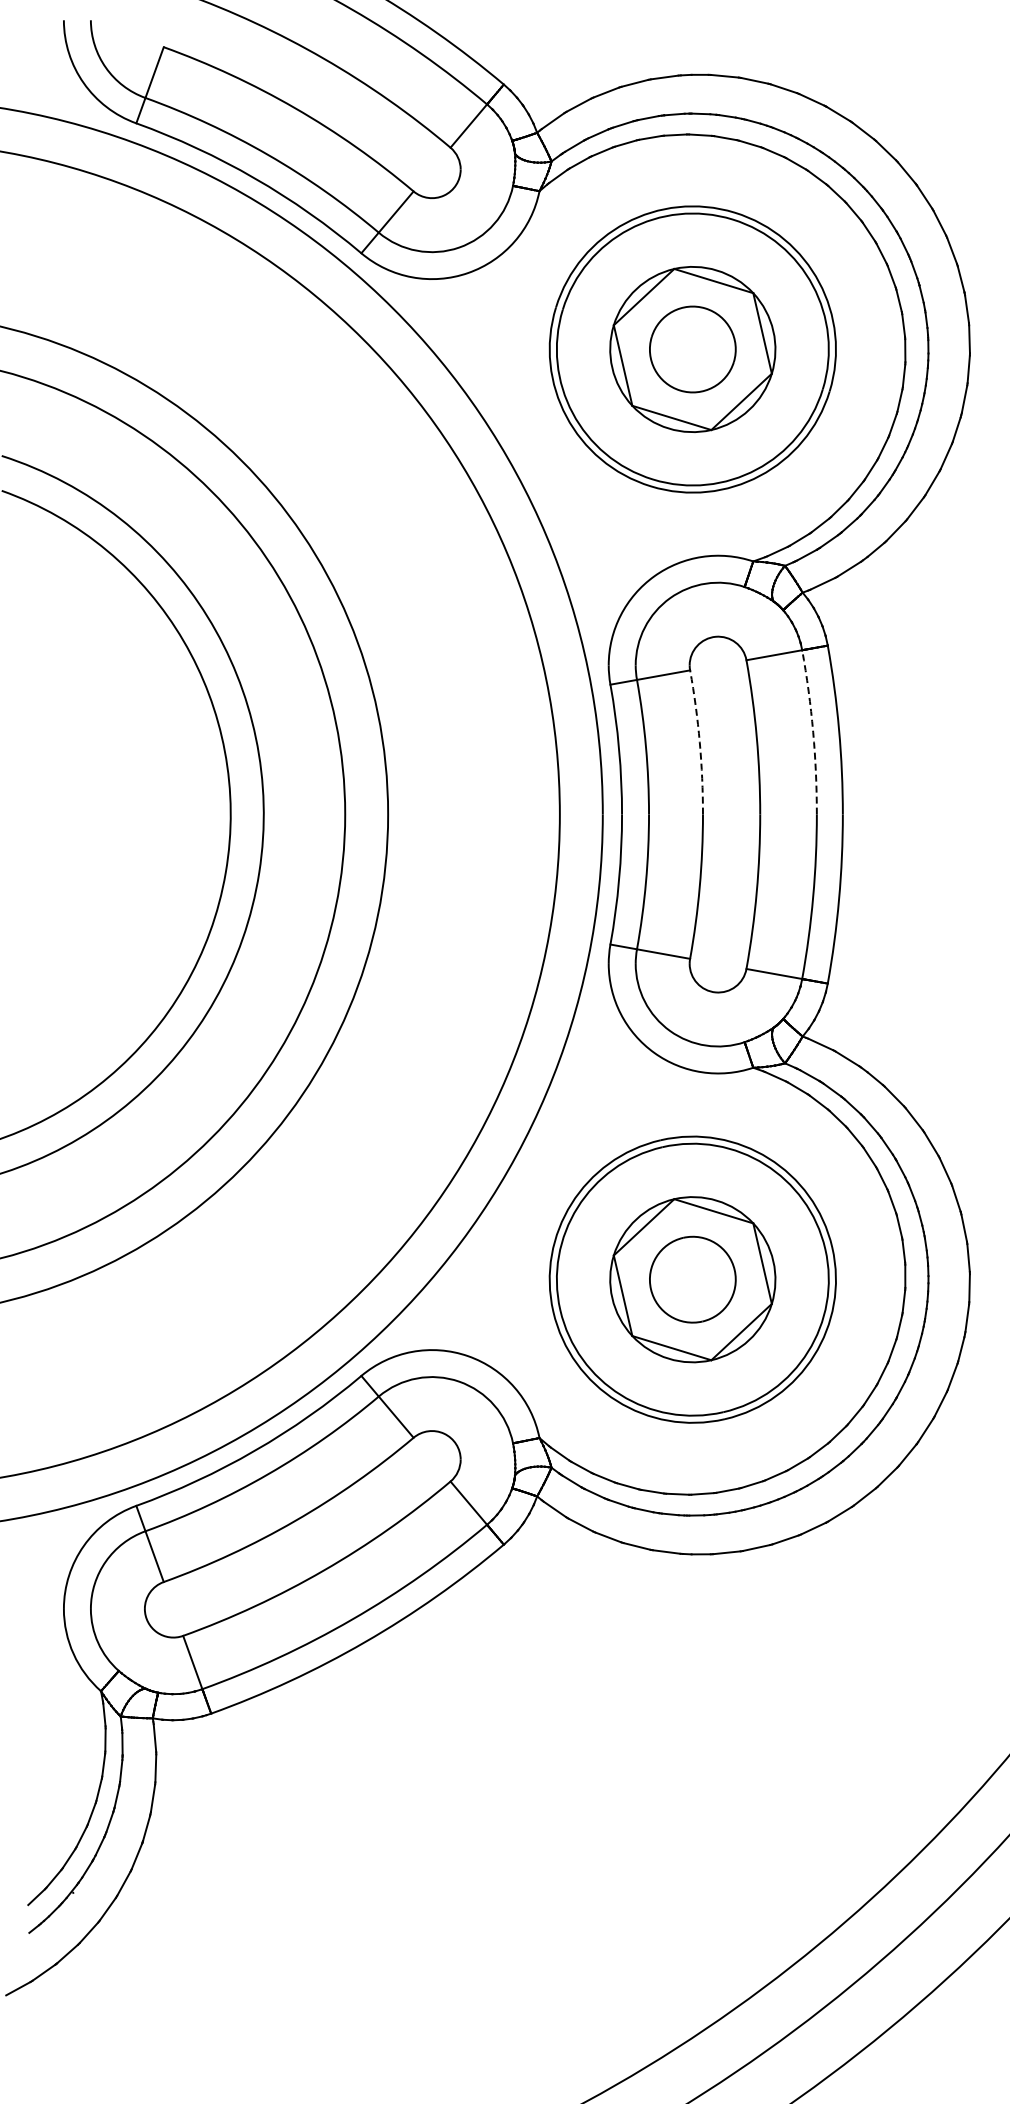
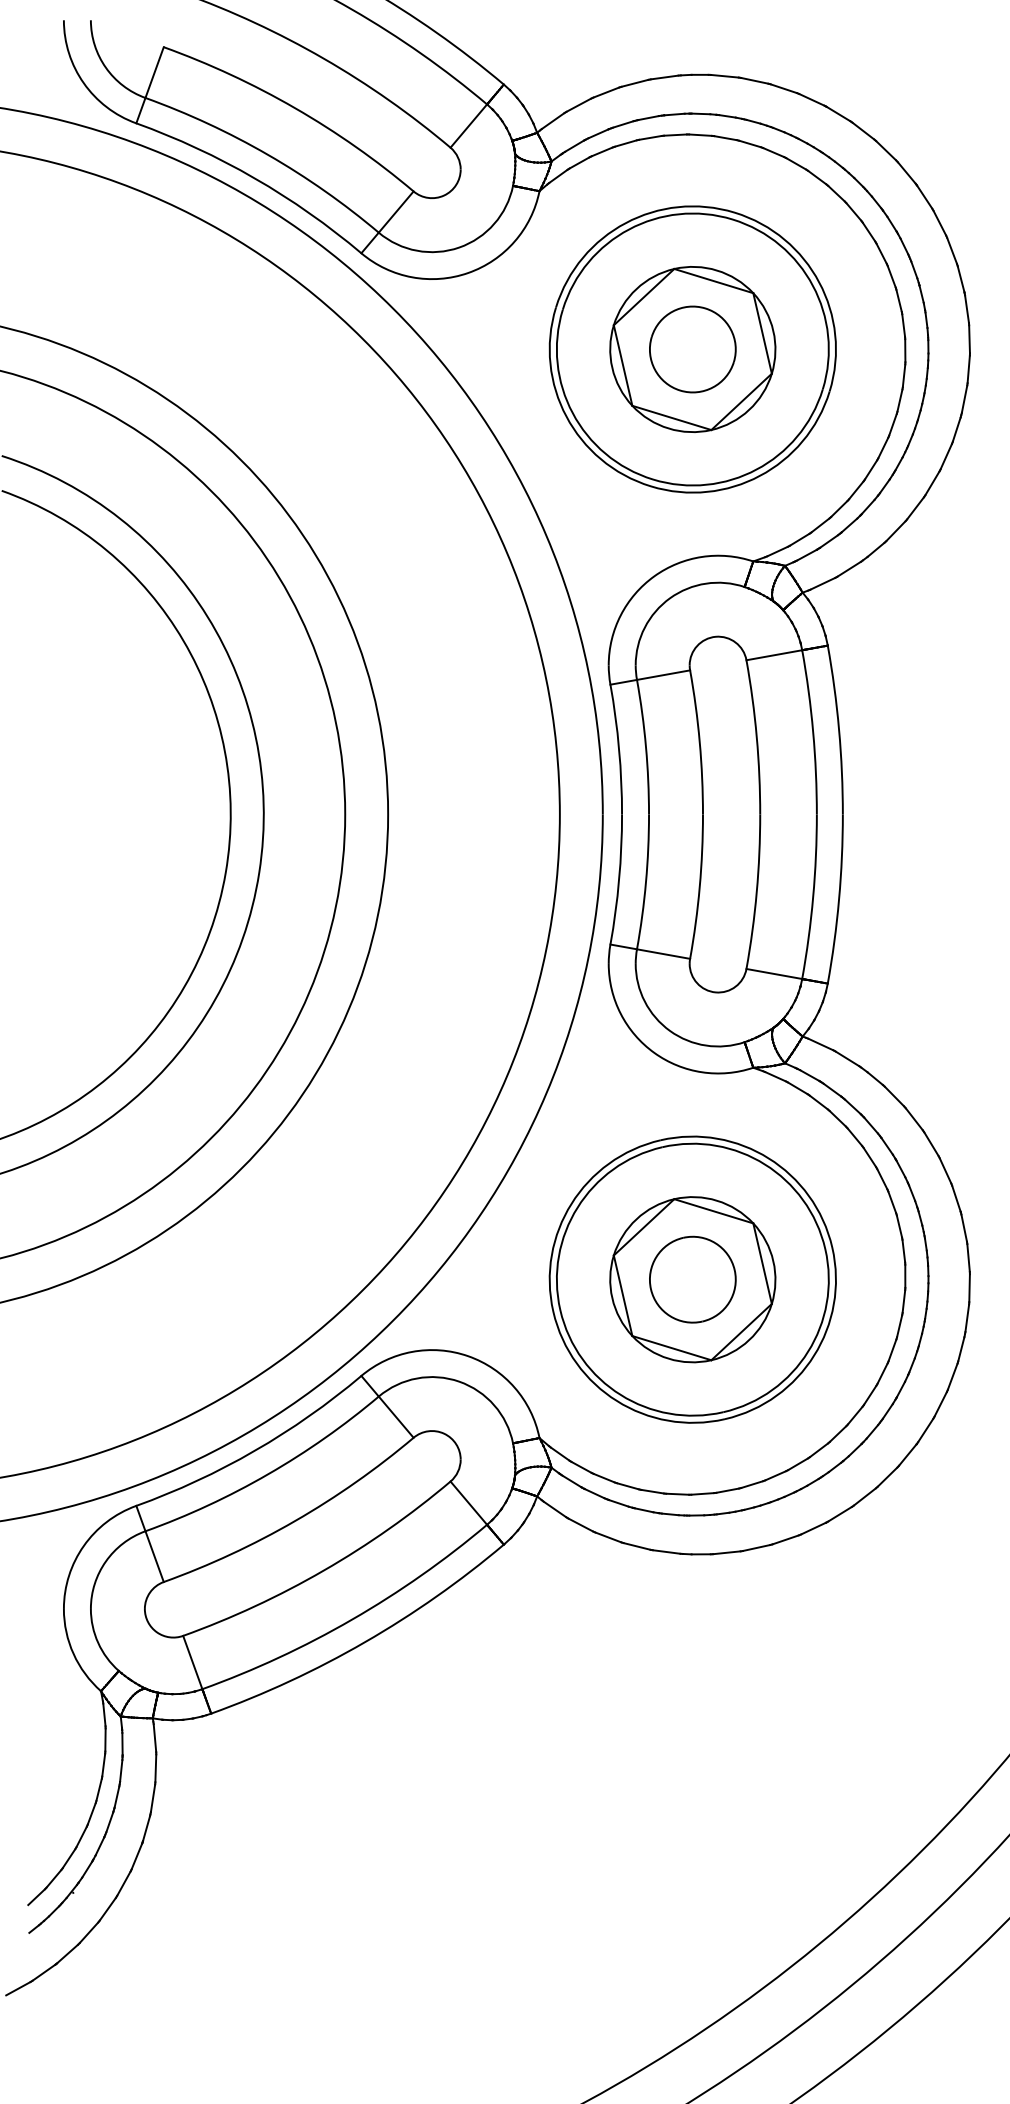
arc at (813, 732): dashed -> solid
arc at (699, 742): dashed -> solid
